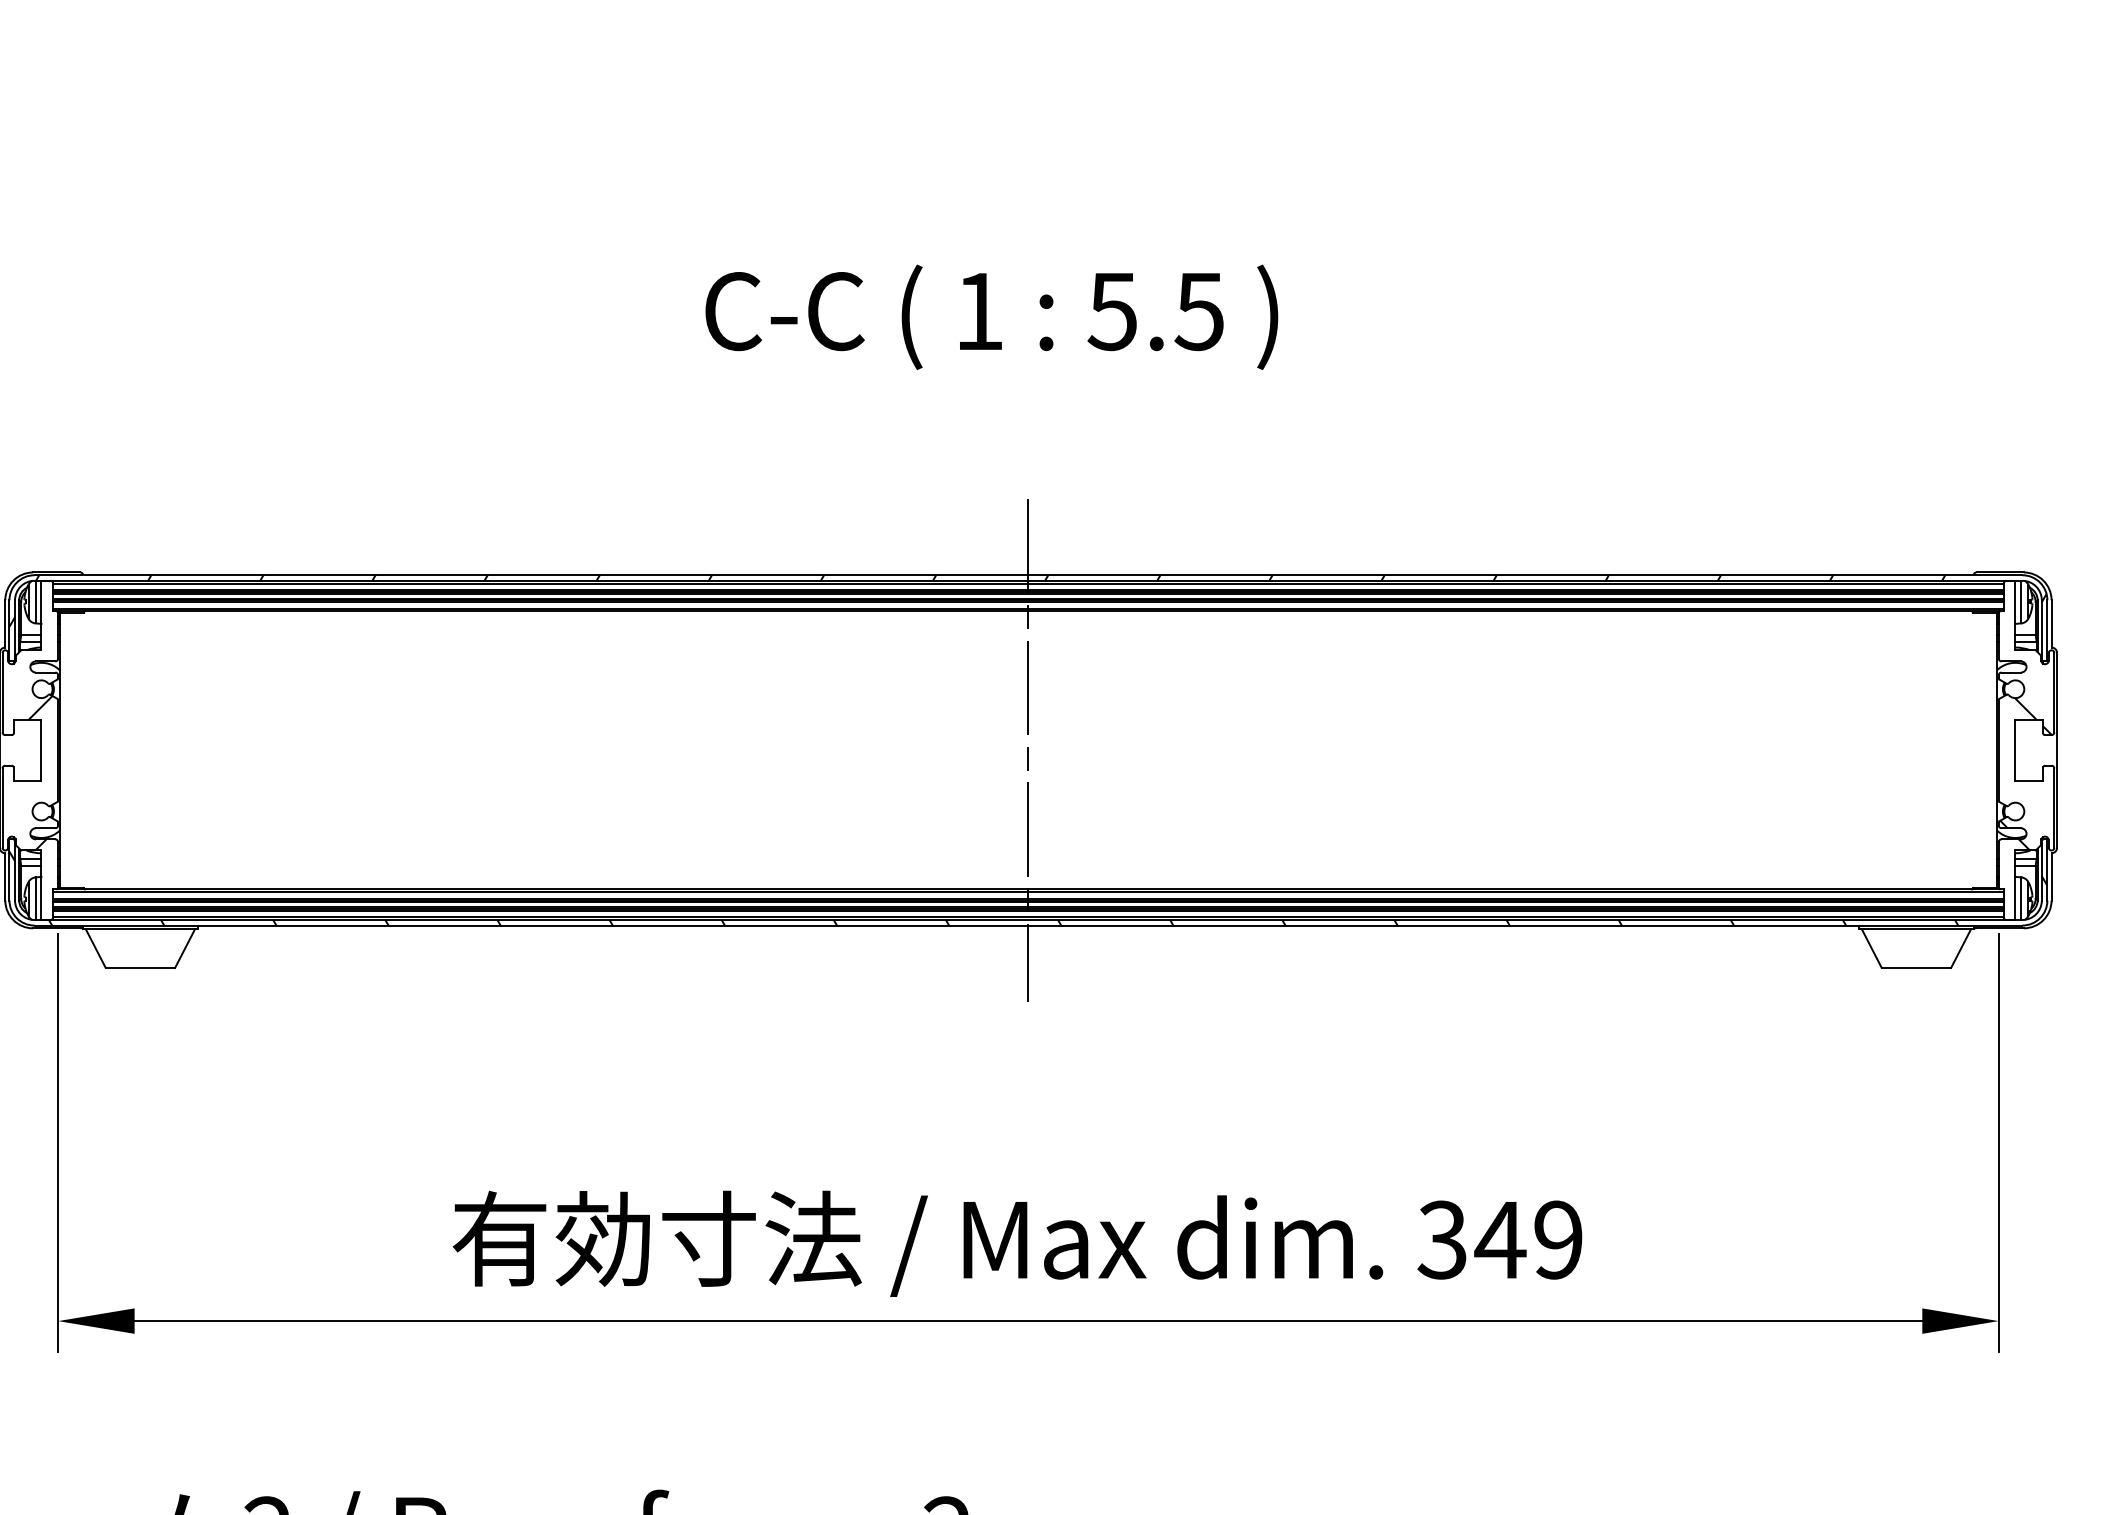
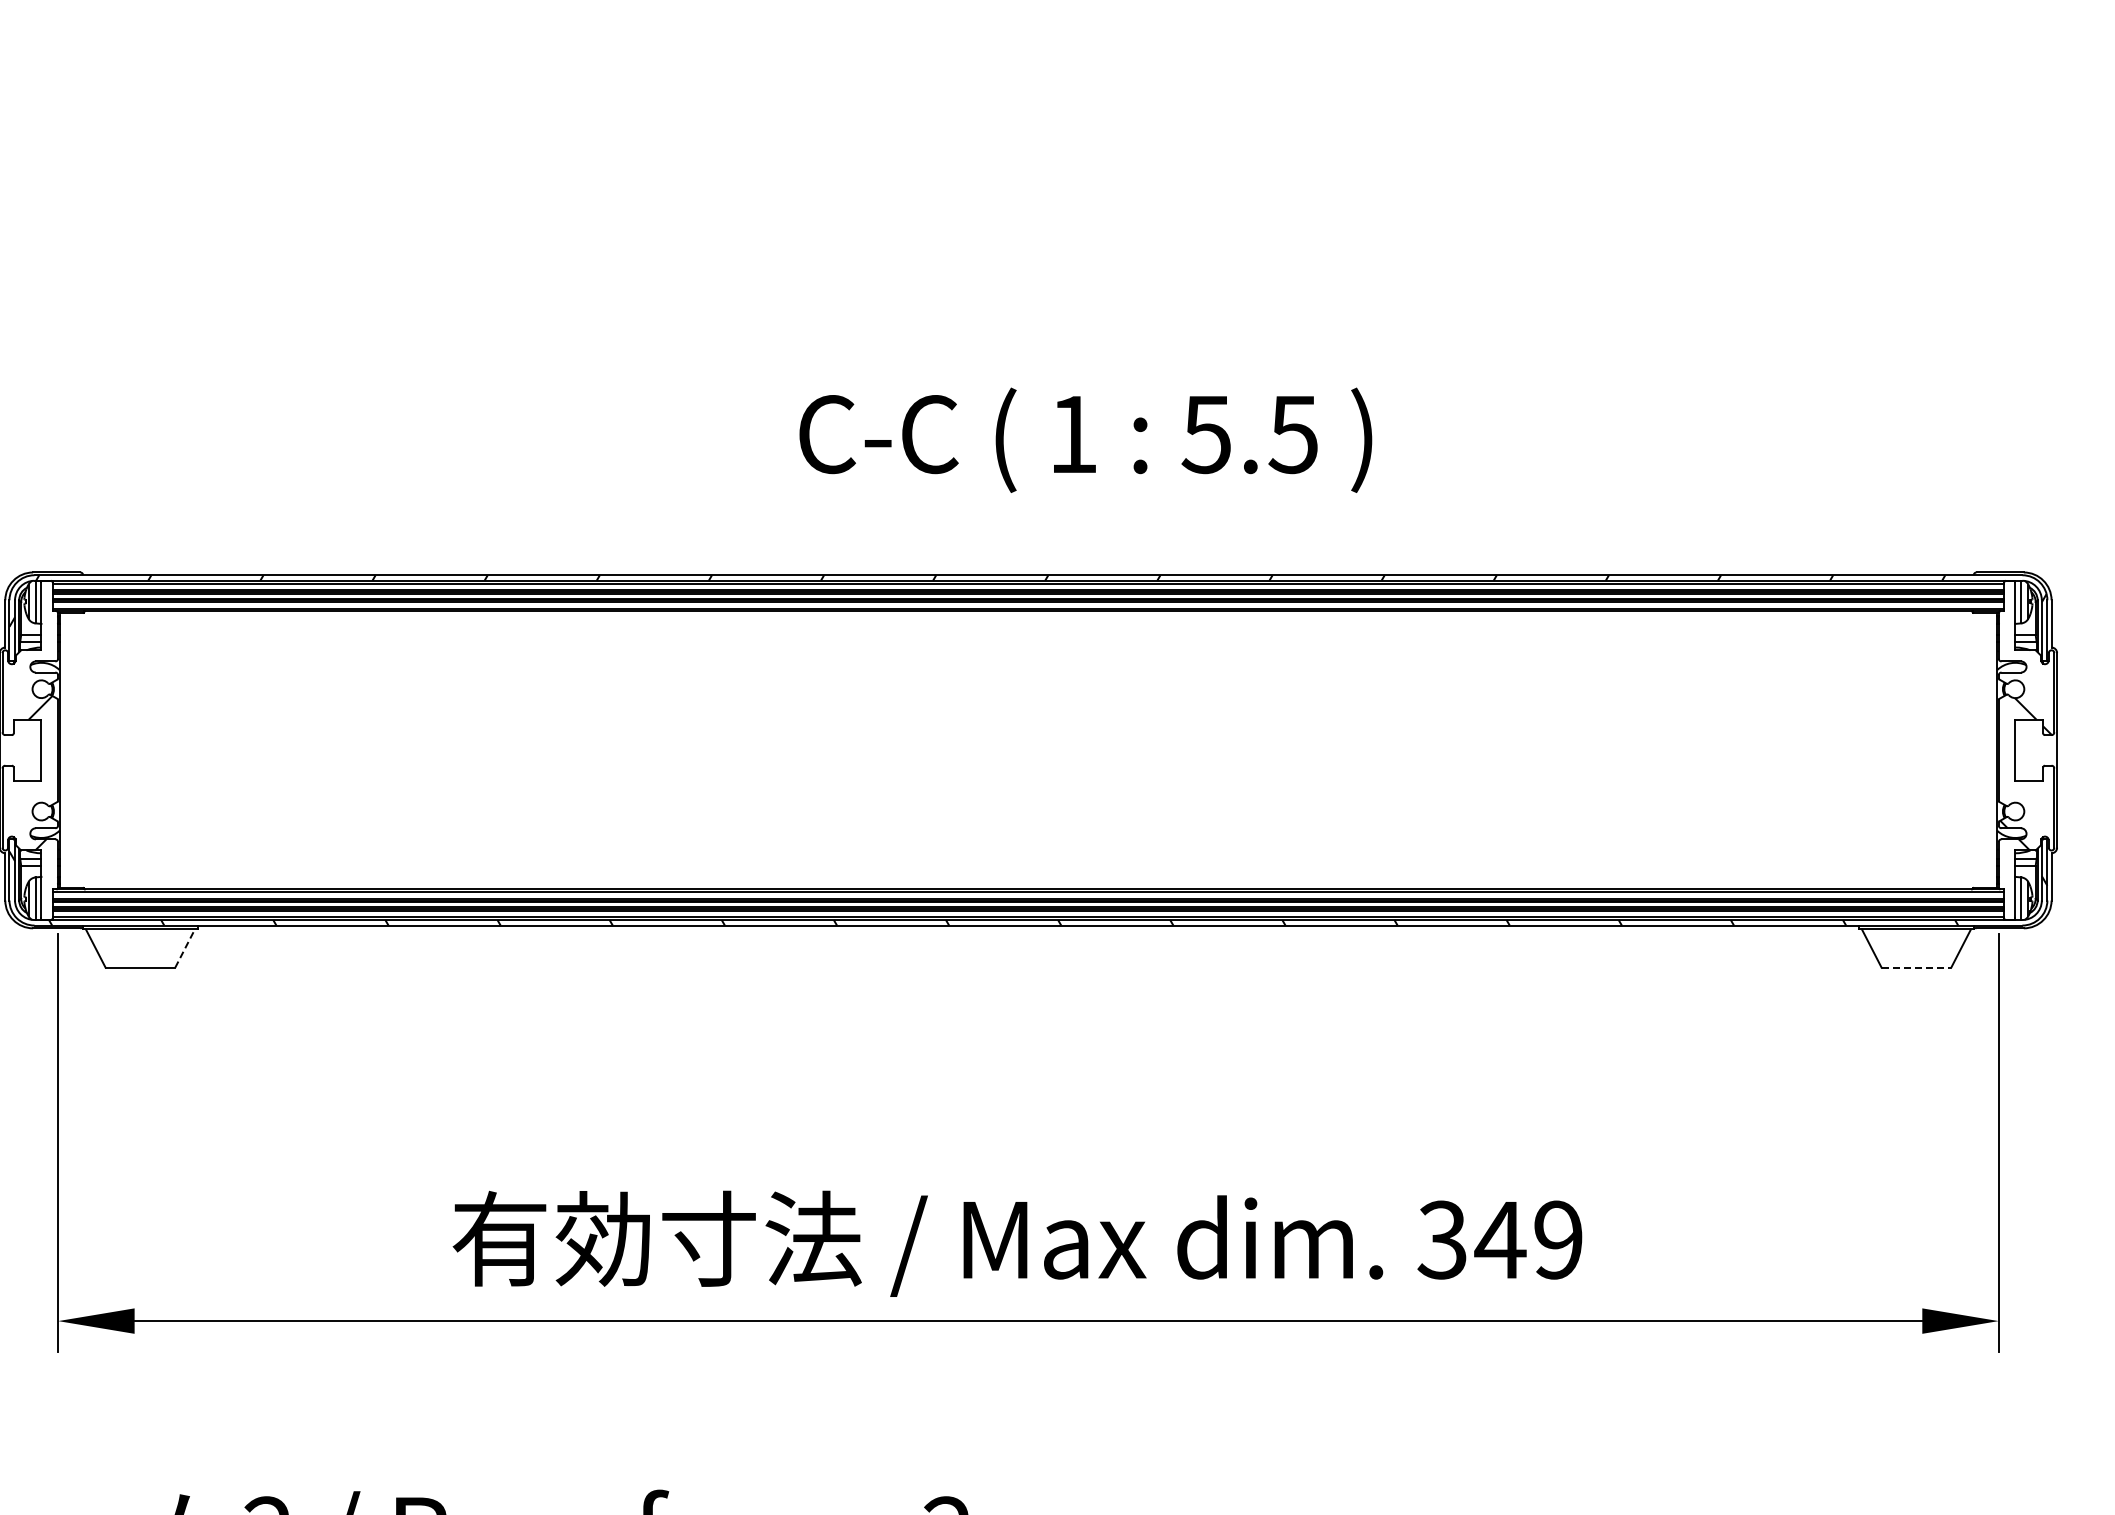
text at (991, 316) position: (991, 316) -> (1085, 439)
line at (1028, 750): present -> none
line at (185, 948): solid -> dashed
line at (1916, 967): solid -> dashed
